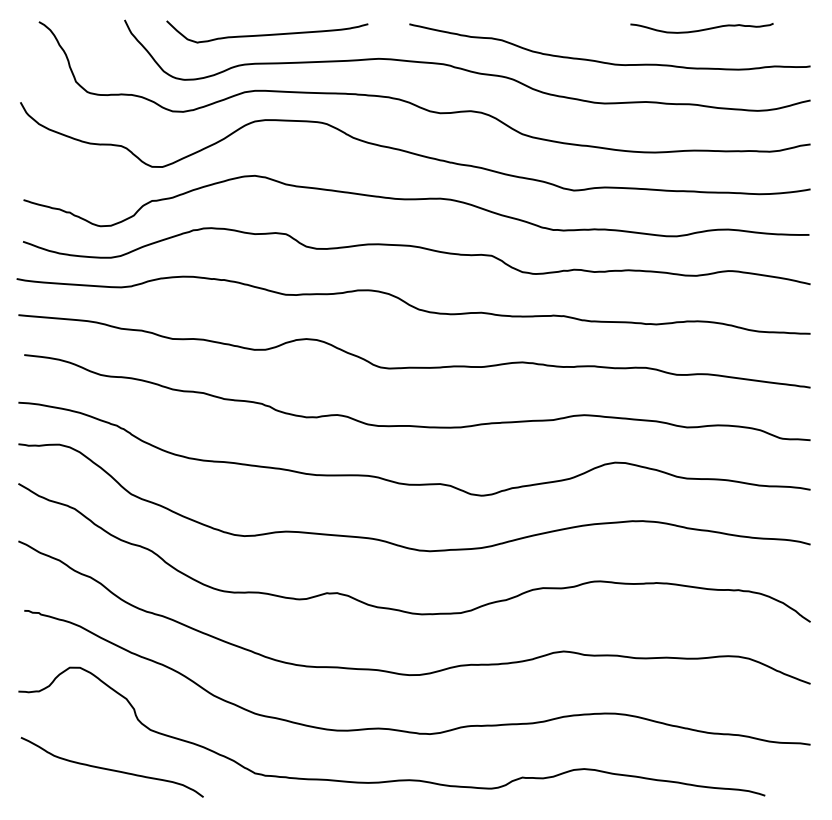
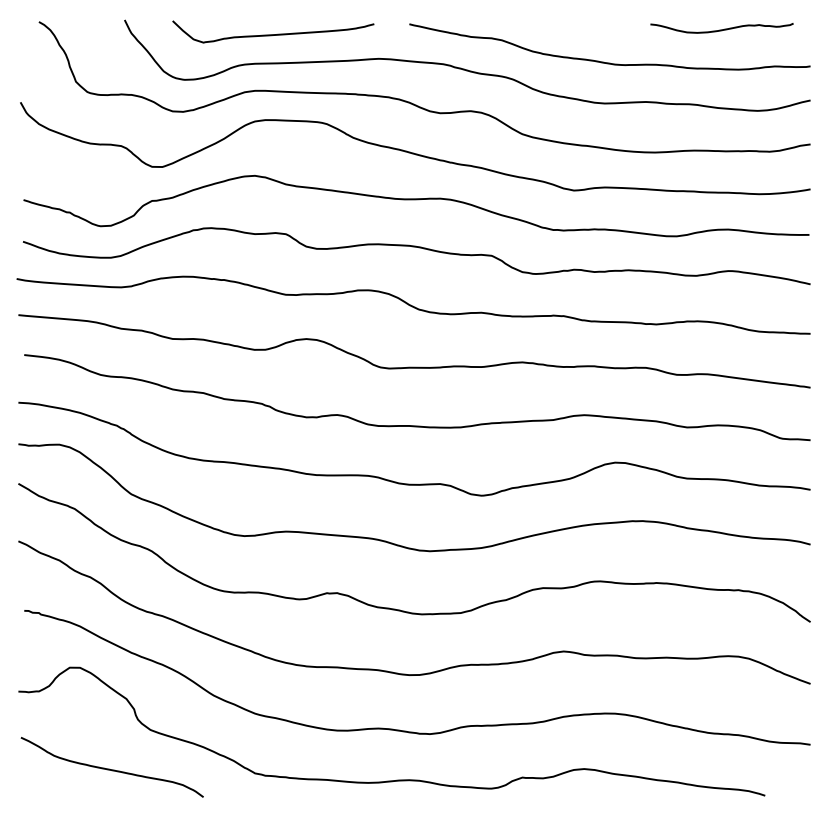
curve at (701, 29) position: (701, 29) -> (721, 29)
curve at (267, 34) position: (267, 34) -> (273, 34)
